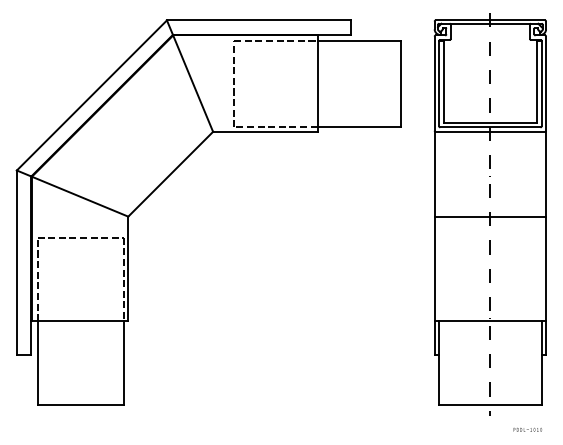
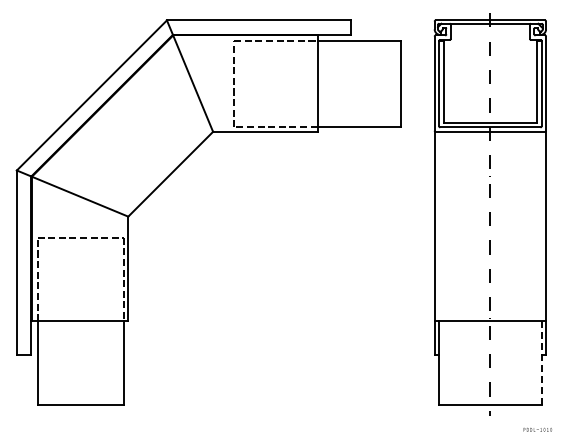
line at (490, 216): present -> none
line at (541, 363): solid -> dashed
text at (527, 429) position: (527, 429) -> (537, 429)
